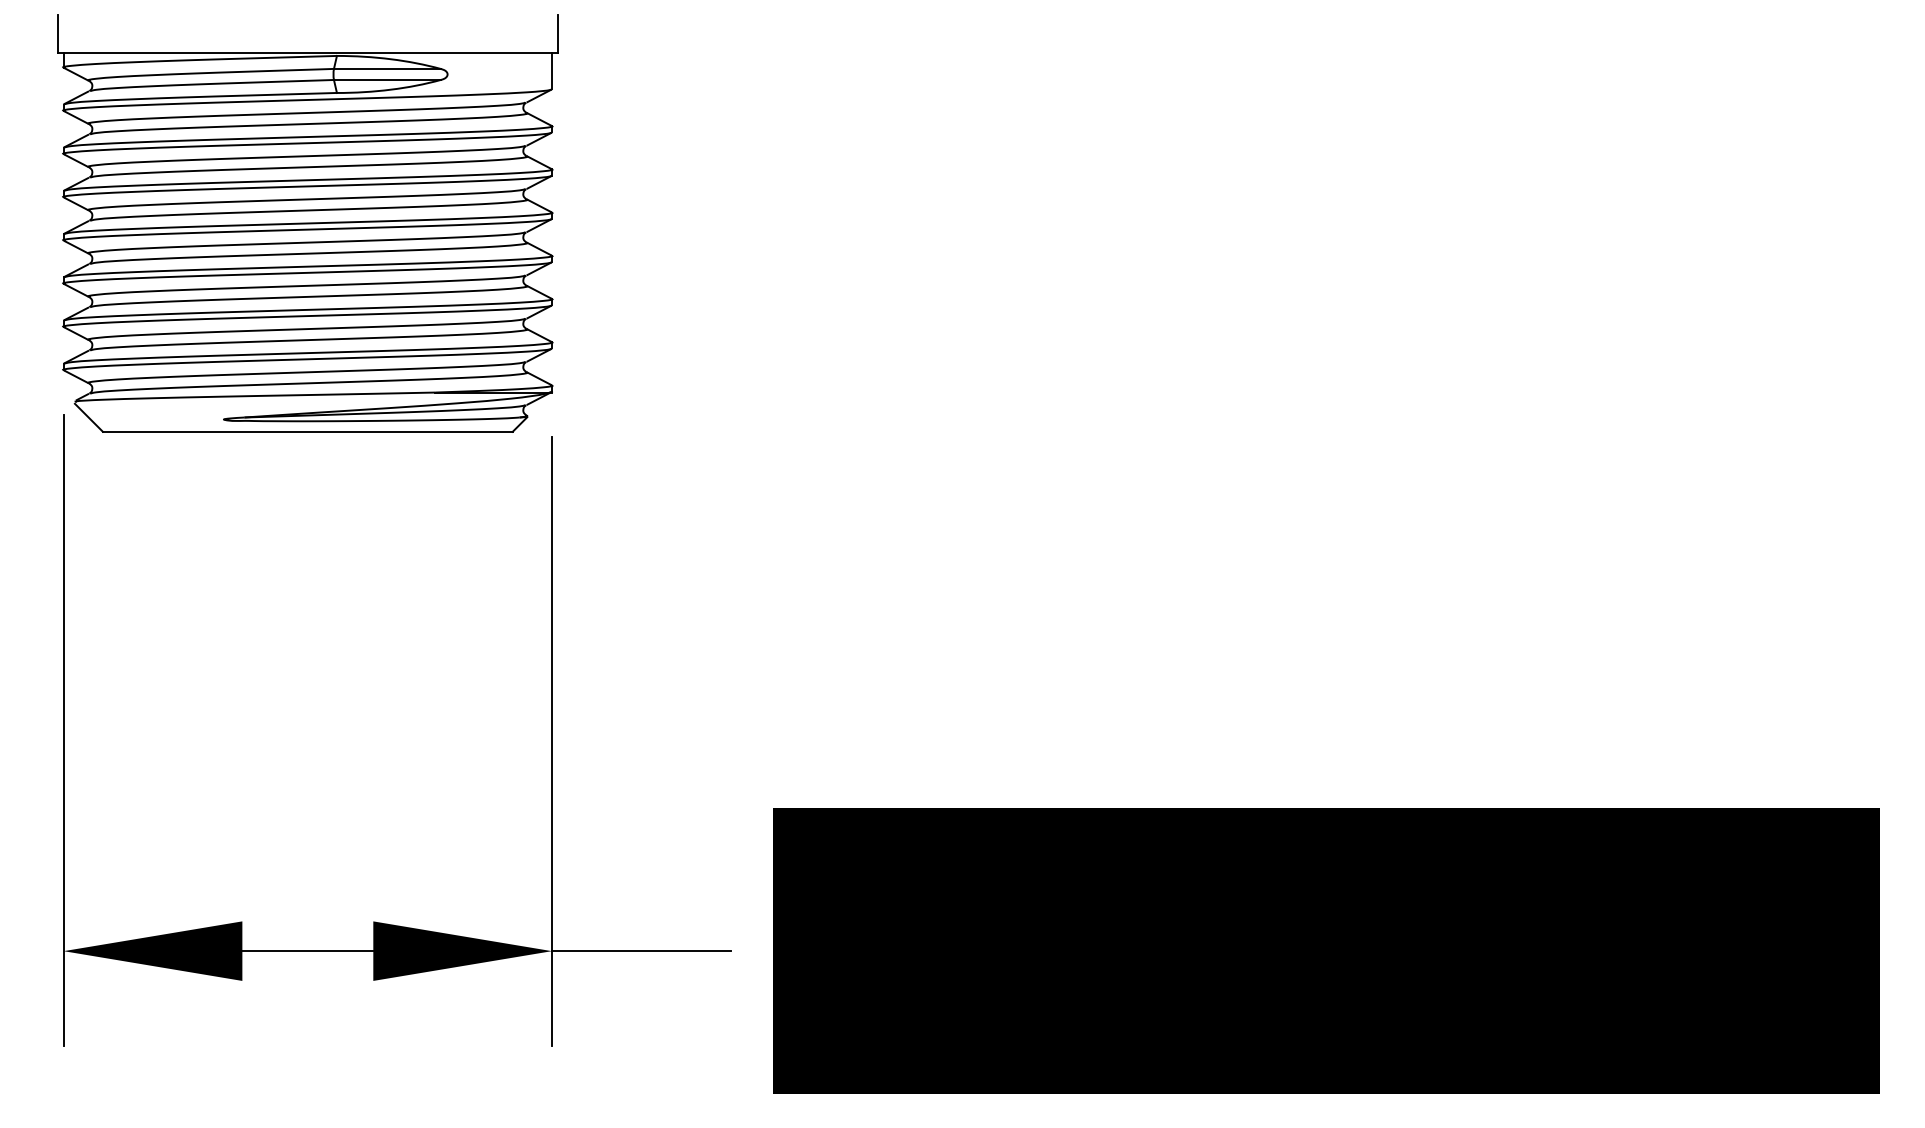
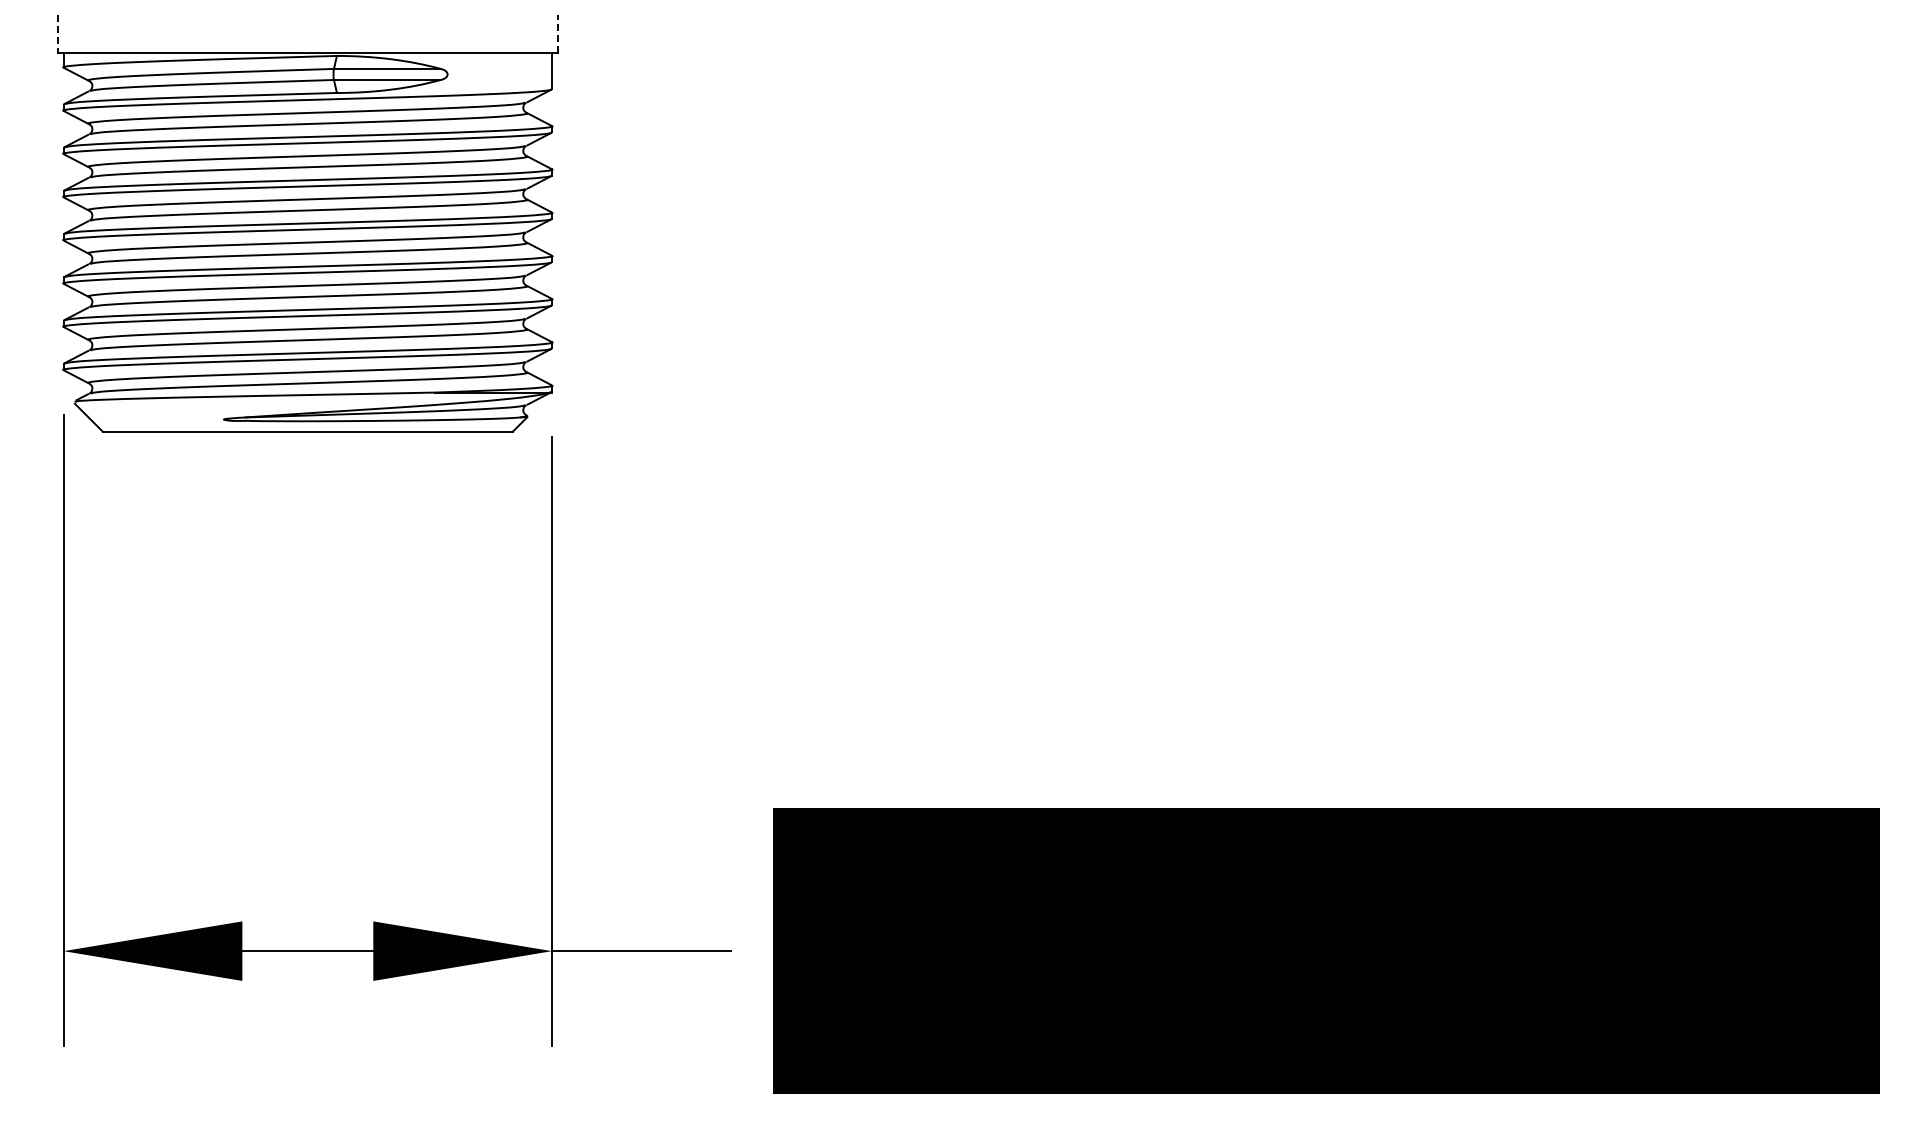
line at (57, 33): solid -> dashed
line at (557, 33): solid -> dashed
